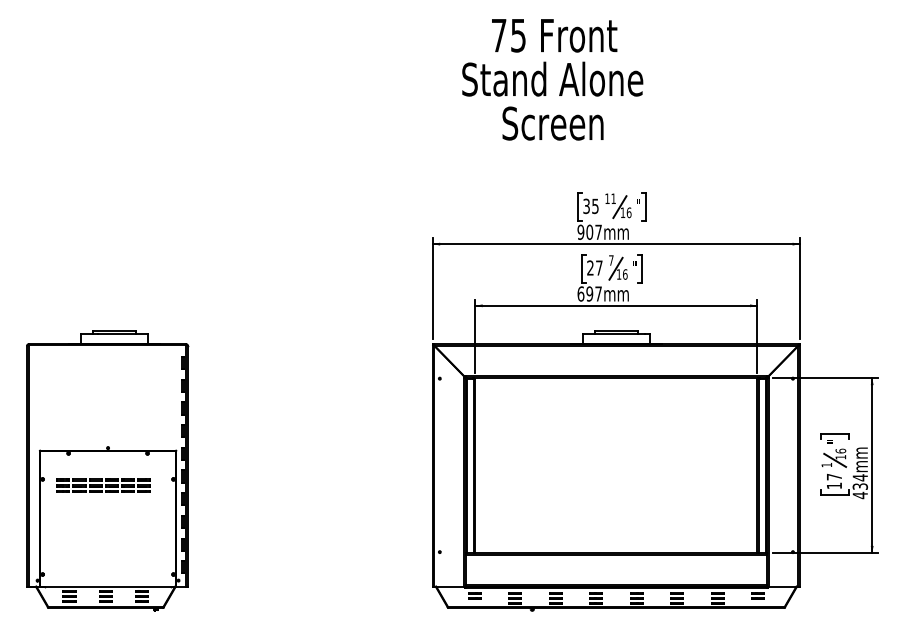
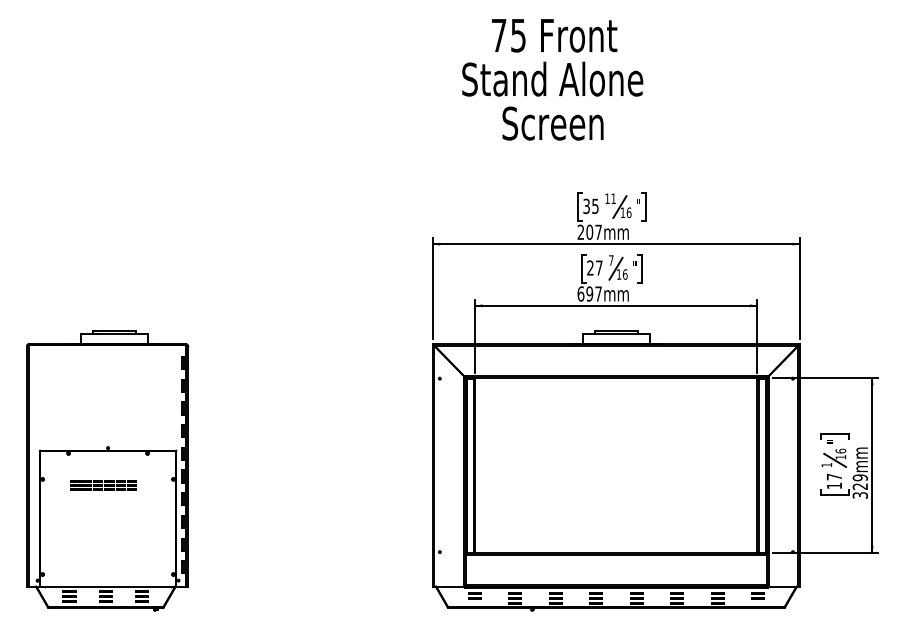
text at (580, 231): 907mm -> 207mm
part at (103, 485) size: 95x15 px -> 67x11 px
text at (860, 486): 434mm -> 329mm
